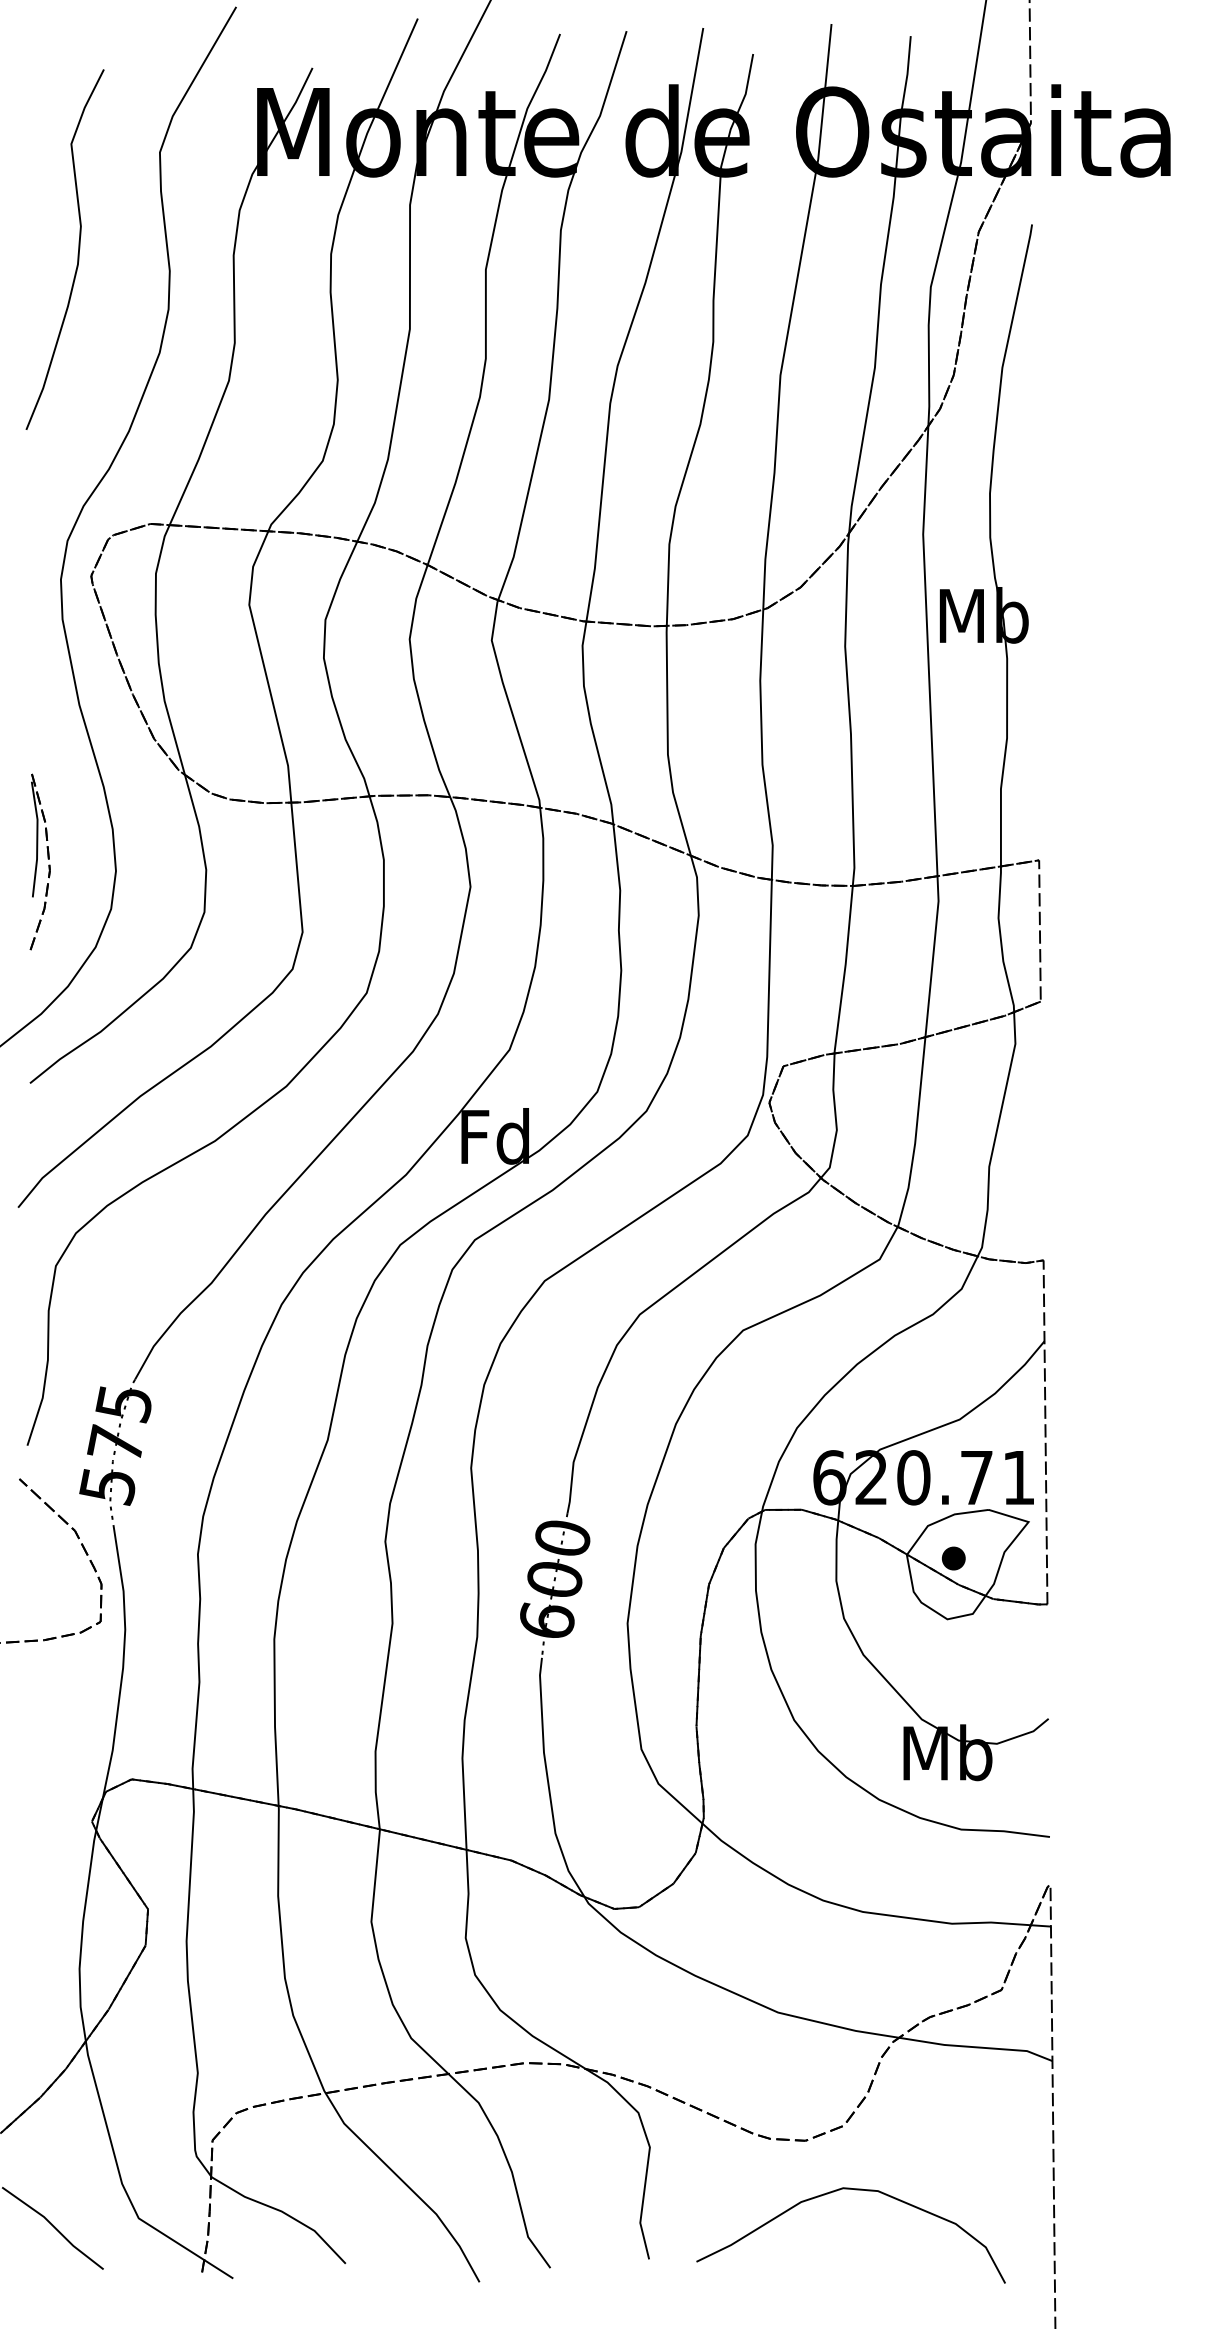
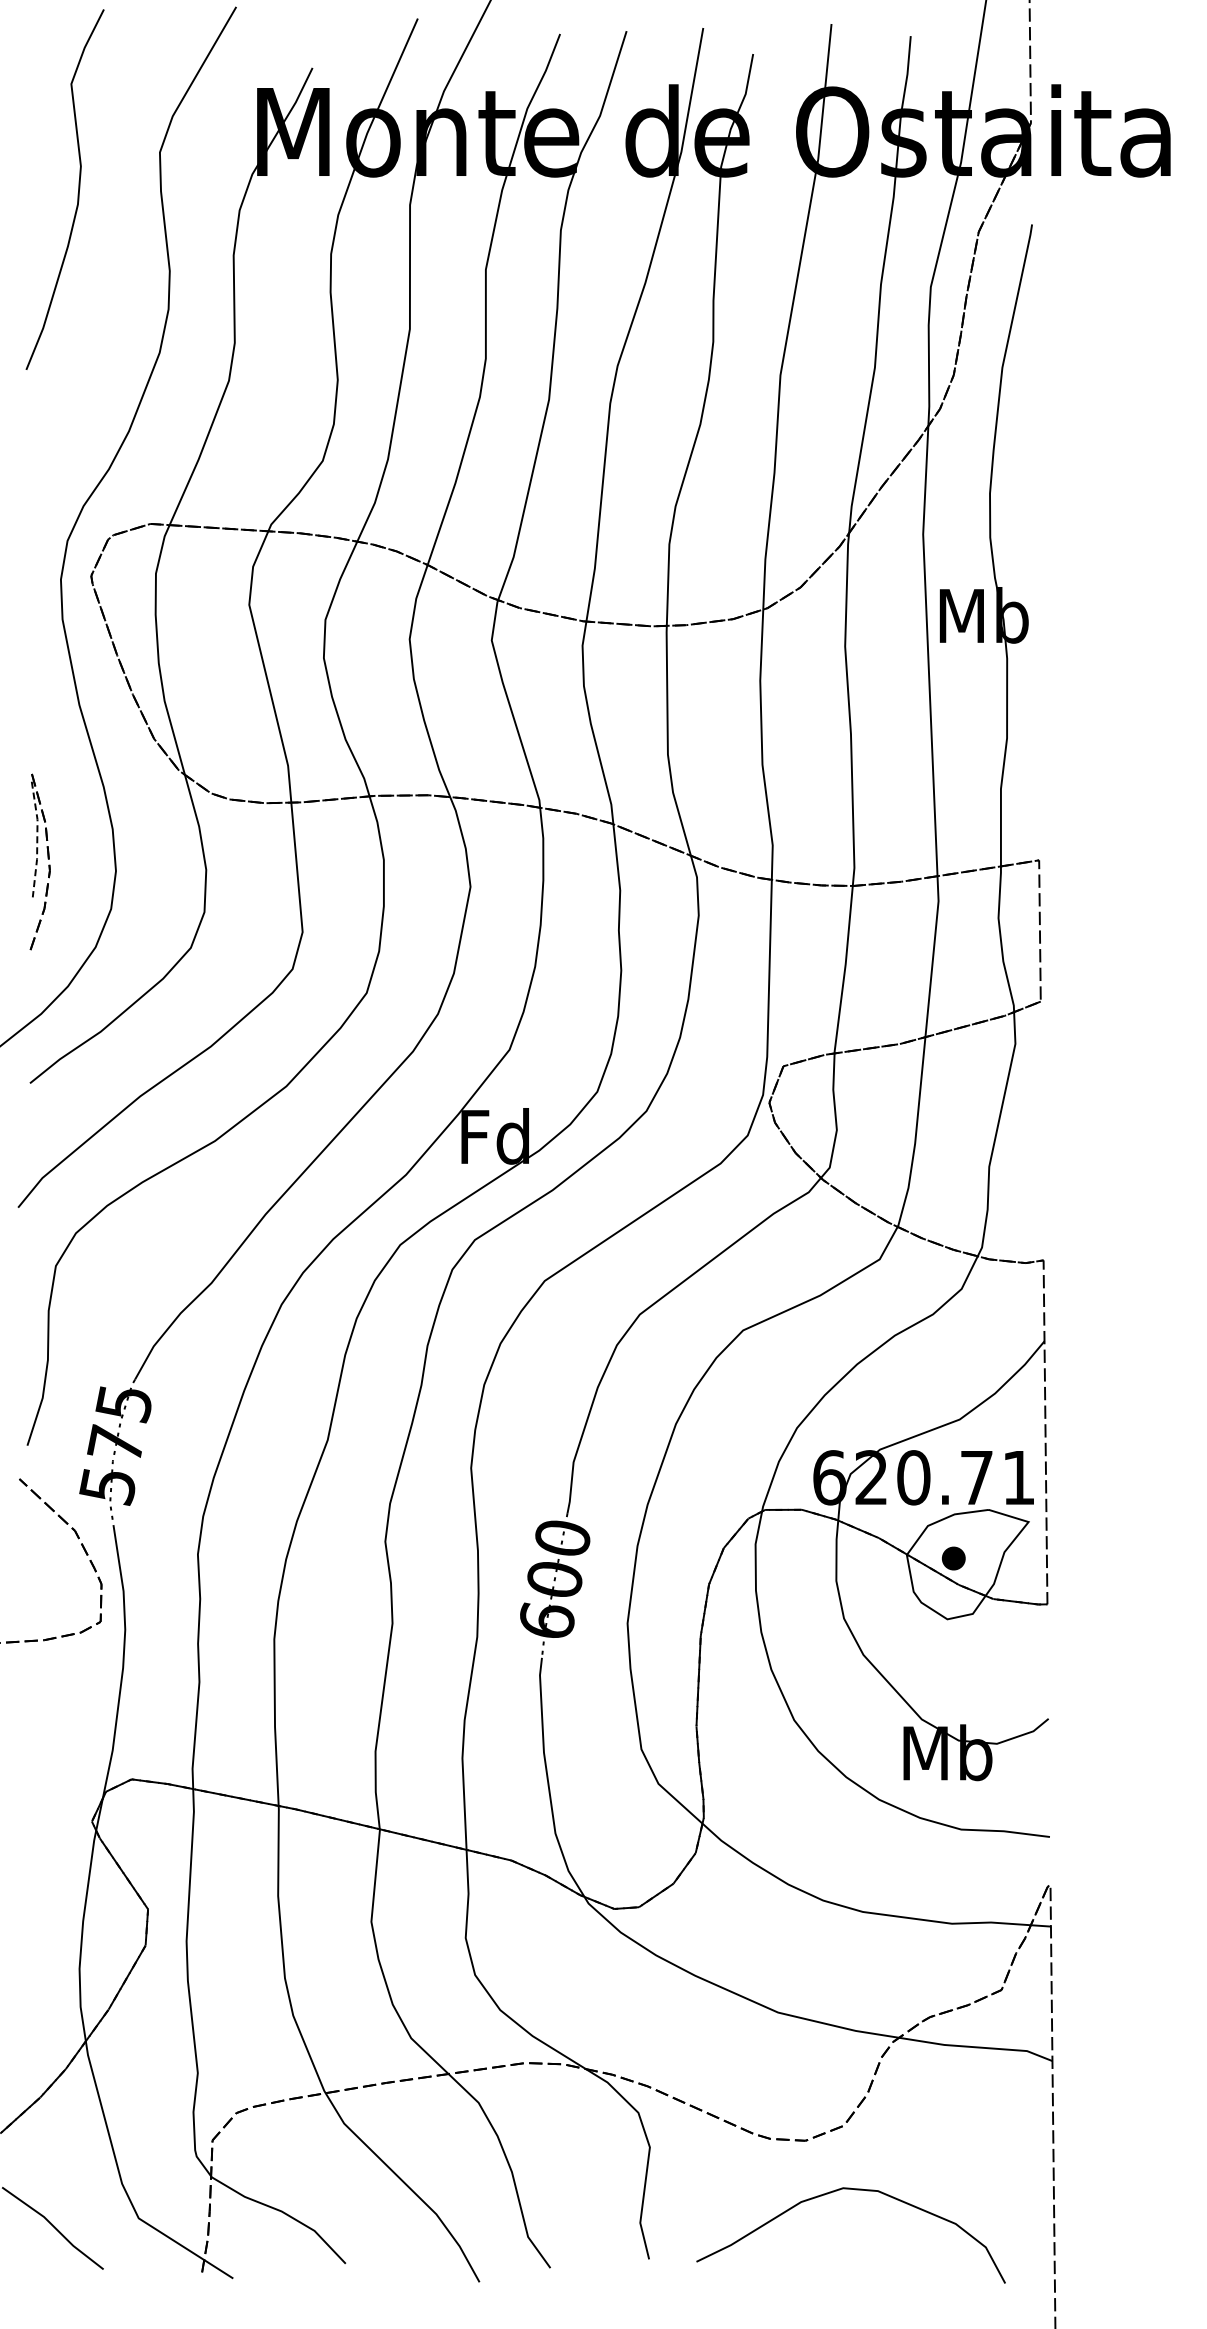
curve at (77, 253) position: (77, 253) -> (77, 193)
line at (37, 839): solid -> dashed
